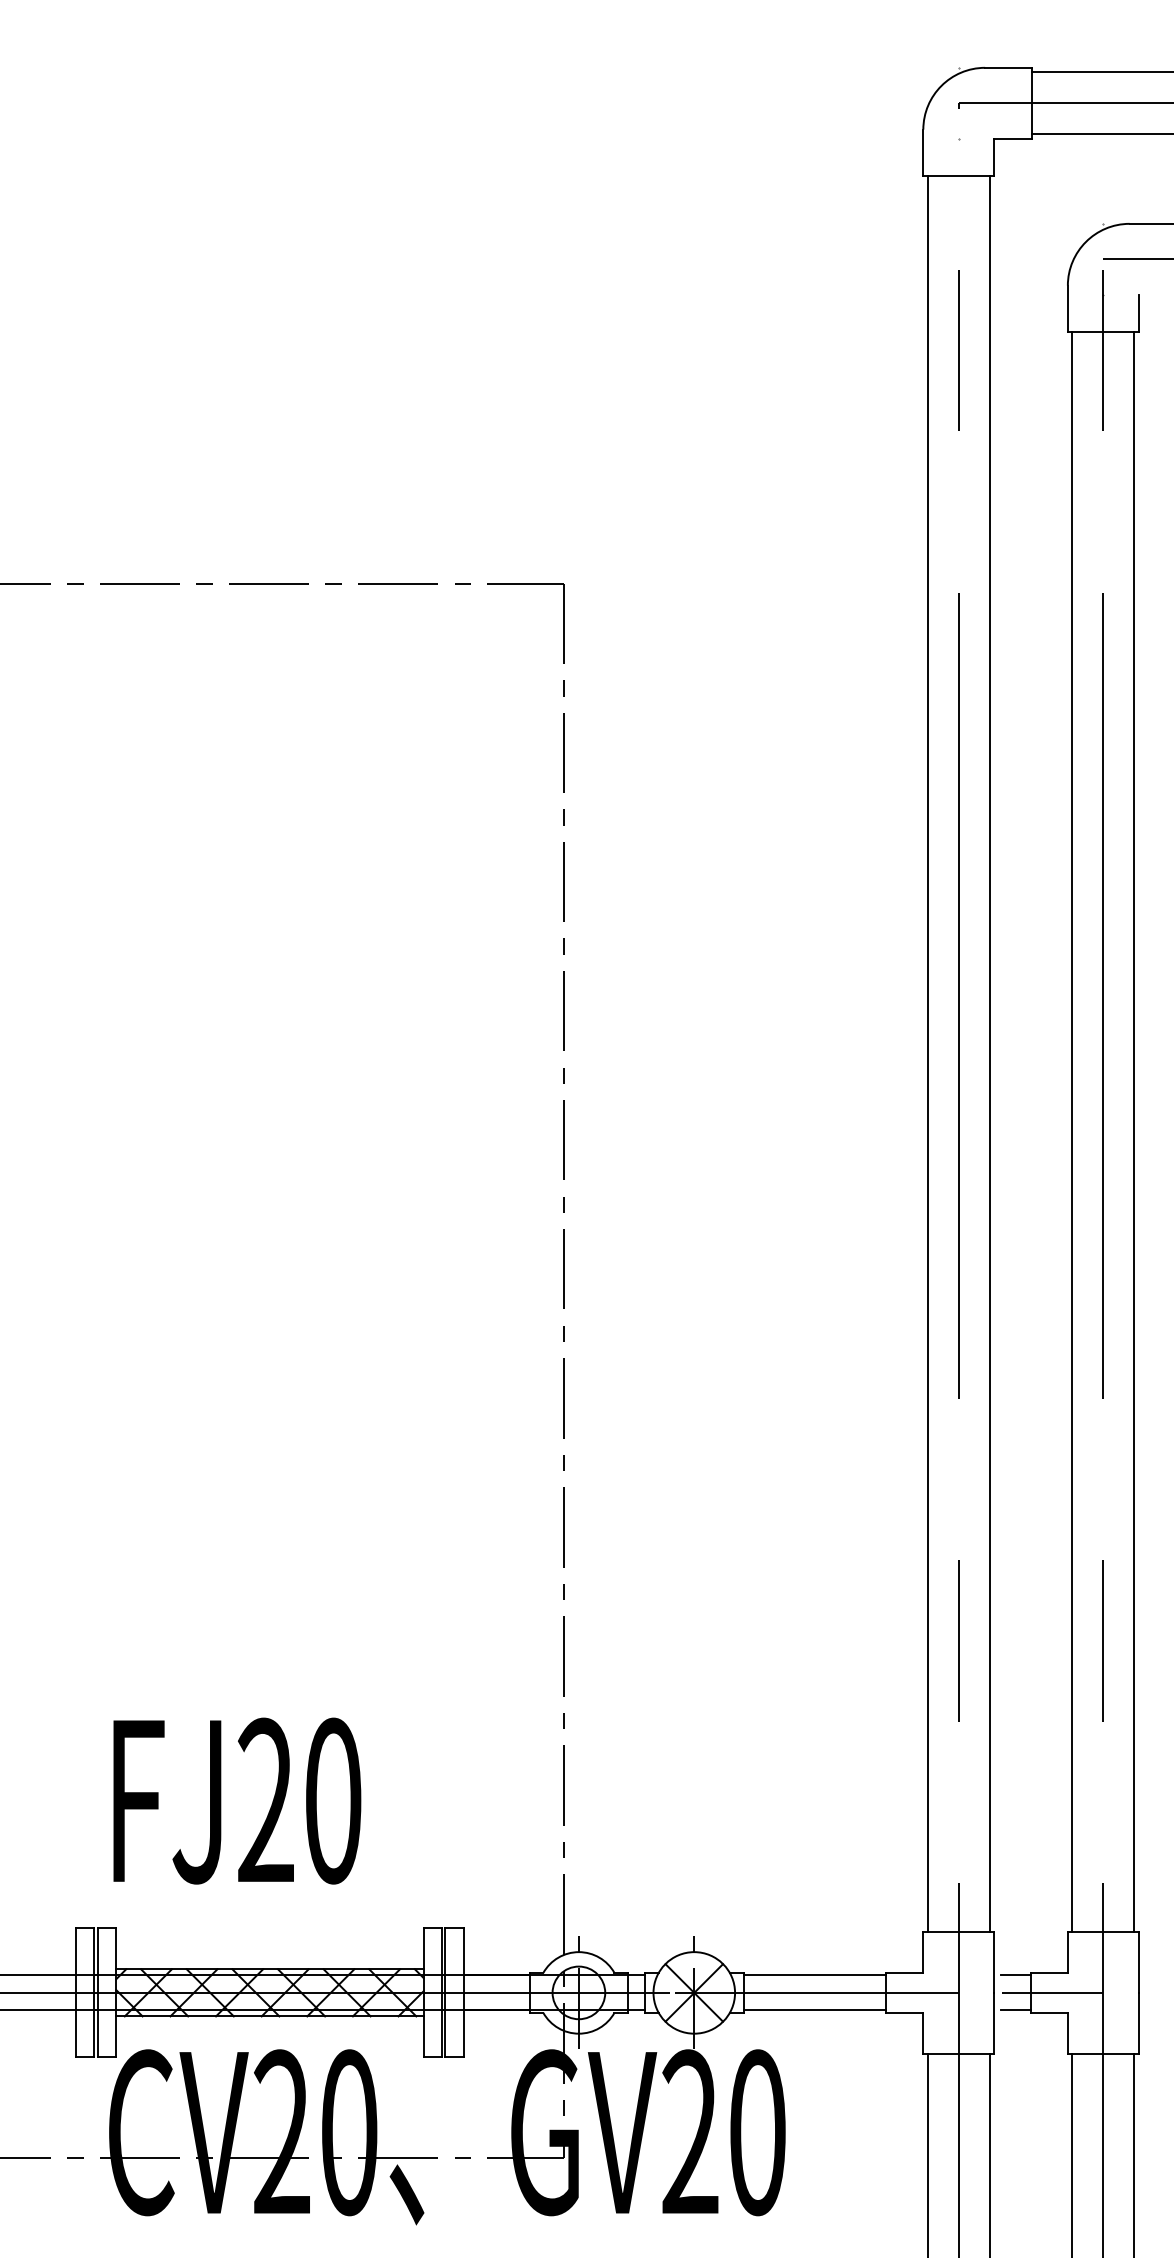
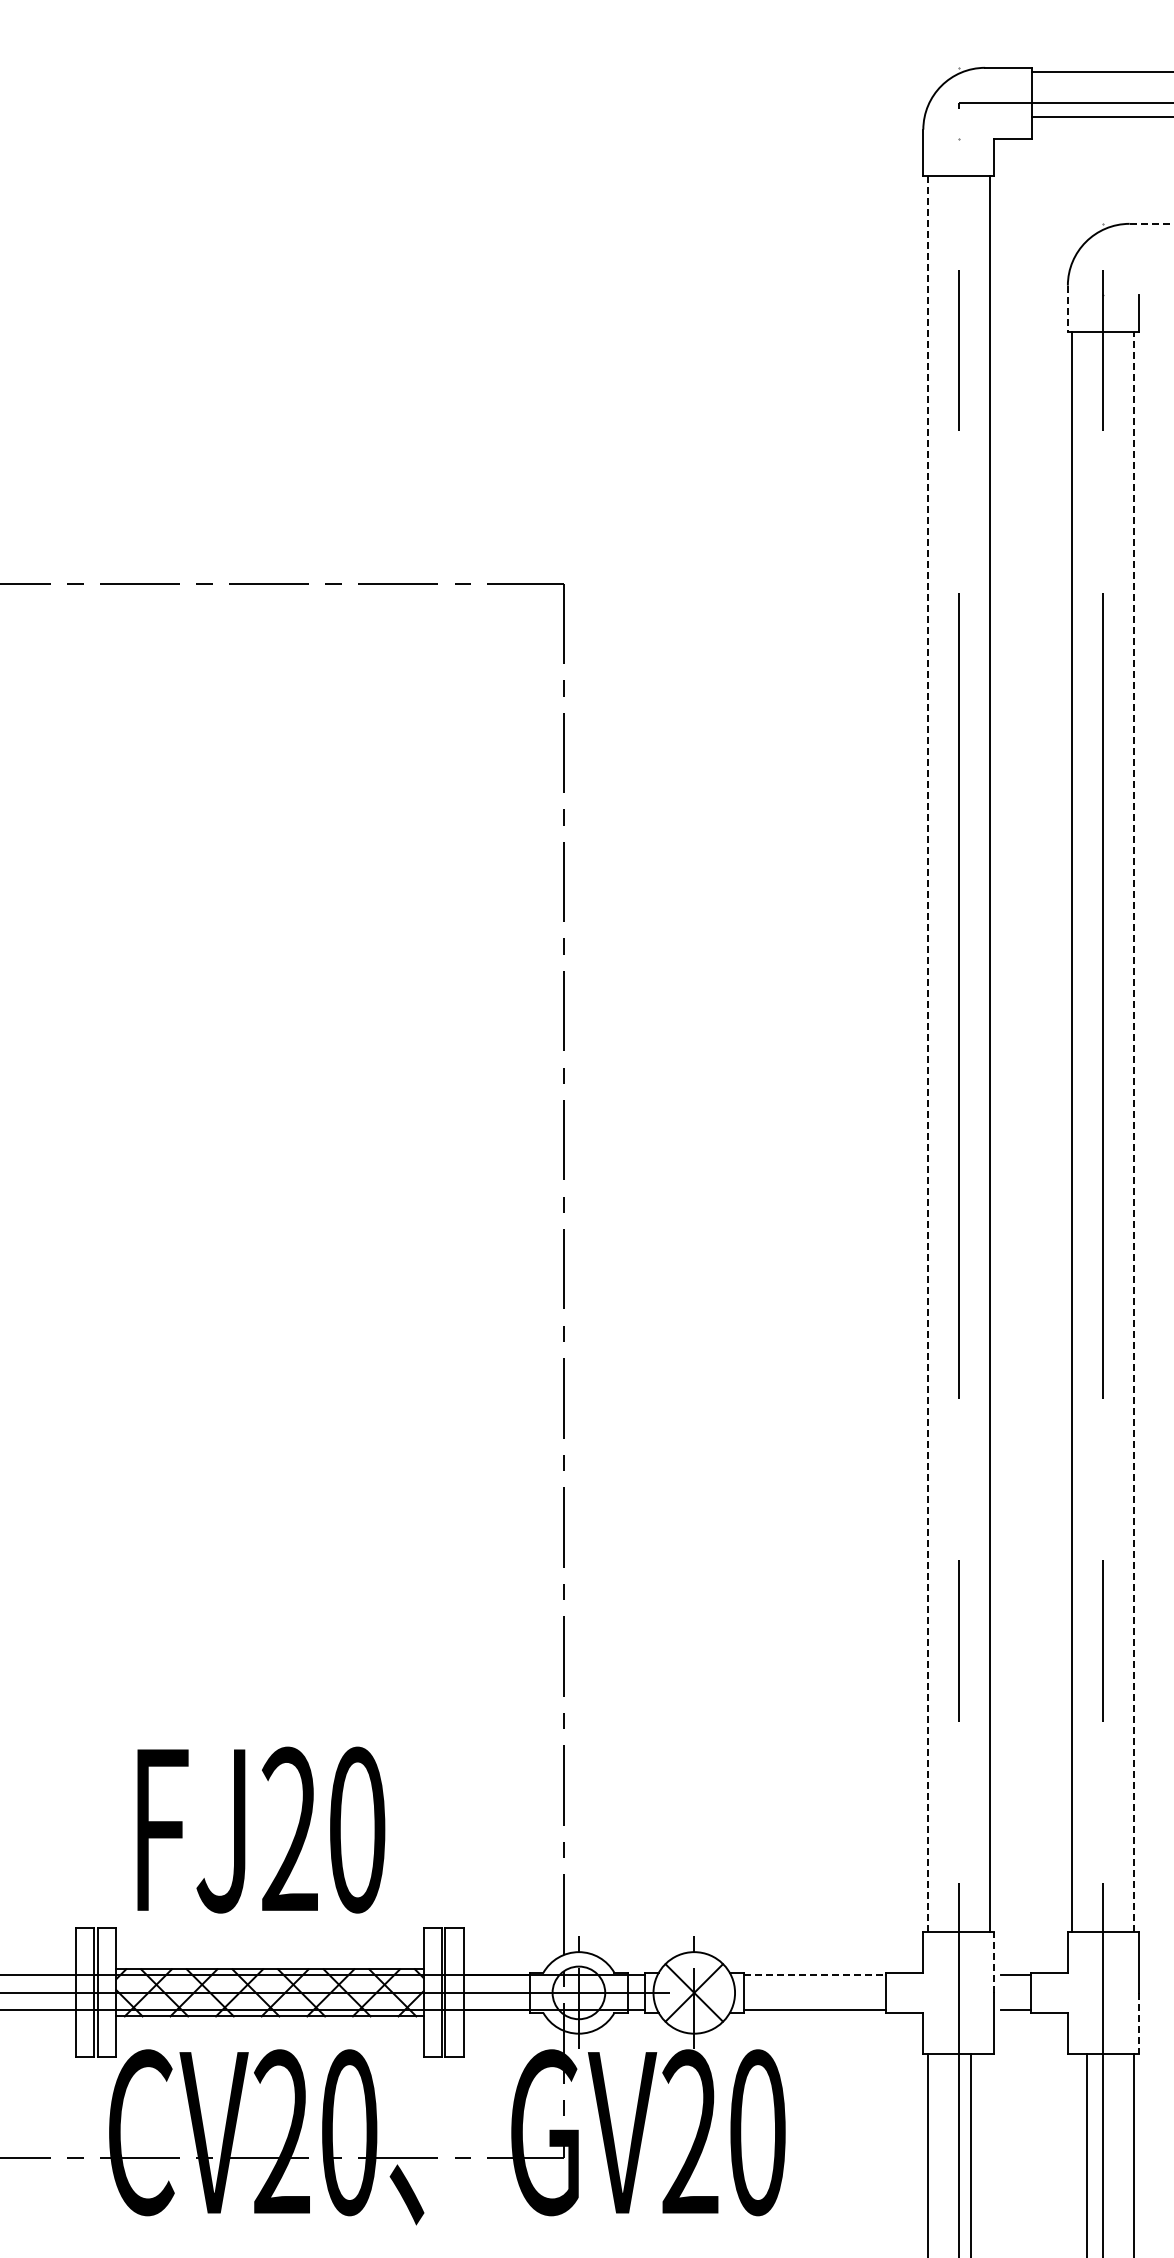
line at (1100, 134) position: (1100, 134) -> (1100, 117)
line at (1151, 223): solid -> dashed
line at (1136, 259): present -> none
line at (1067, 309): solid -> dashed
line at (927, 1054): solid -> dashed
line at (1134, 1132): solid -> dashed
text at (237, 1800) position: (237, 1800) -> (261, 1829)
line at (994, 1961): solid -> dashed
line at (815, 1975): solid -> dashed
line at (816, 1992): present -> none
line at (1052, 1992): present -> none
line at (1138, 2023): solid -> dashed
line at (989, 2153) position: (989, 2153) -> (970, 2153)
line at (1072, 2153) position: (1072, 2153) -> (1087, 2153)
